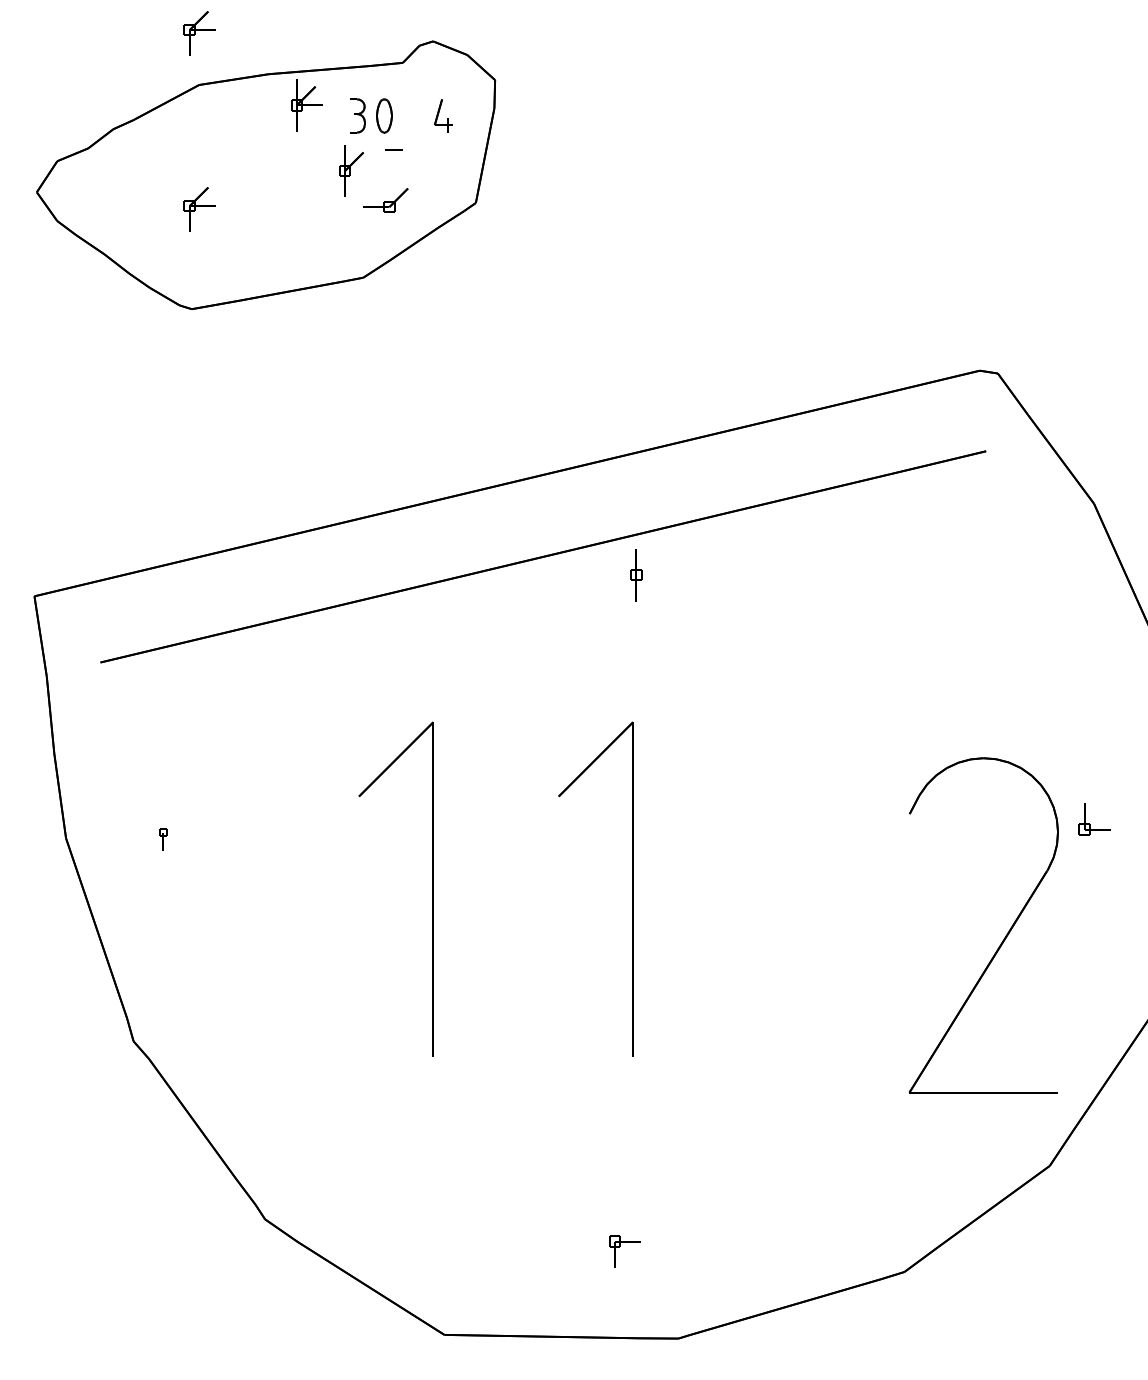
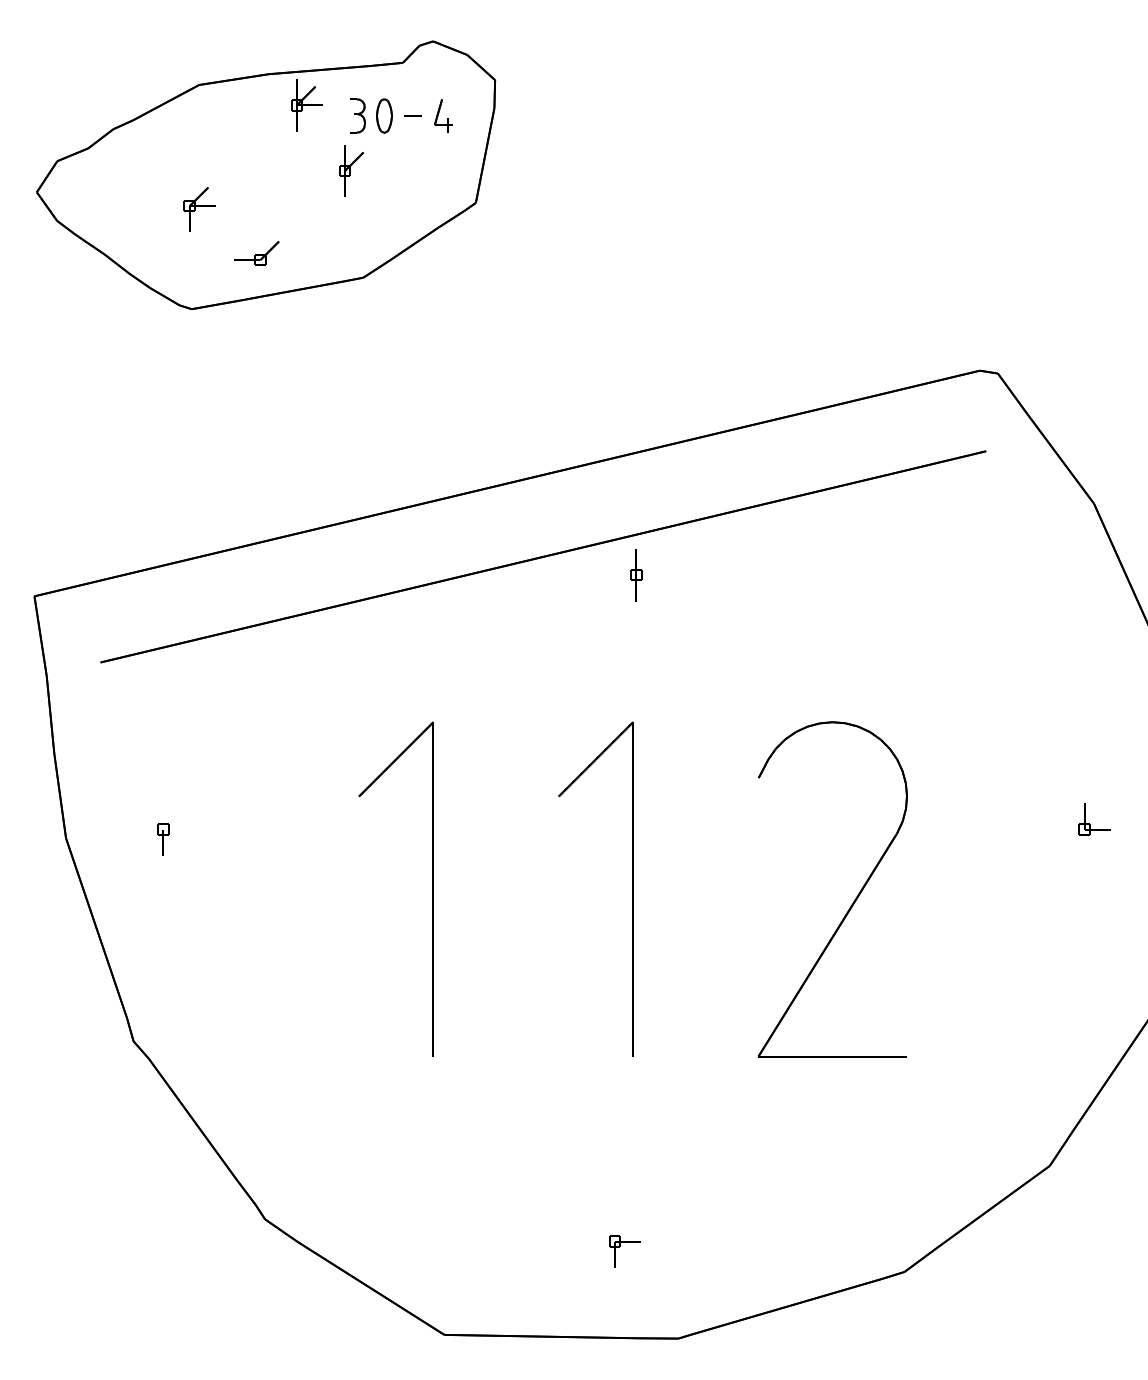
part at (199, 33): present -> none
line at (393, 149) position: (393, 149) -> (412, 115)
part at (385, 200) position: (385, 200) -> (256, 253)
part at (163, 839) size: 9x23 px -> 13x33 px
part at (1005, 935) position: (1005, 935) -> (854, 899)
